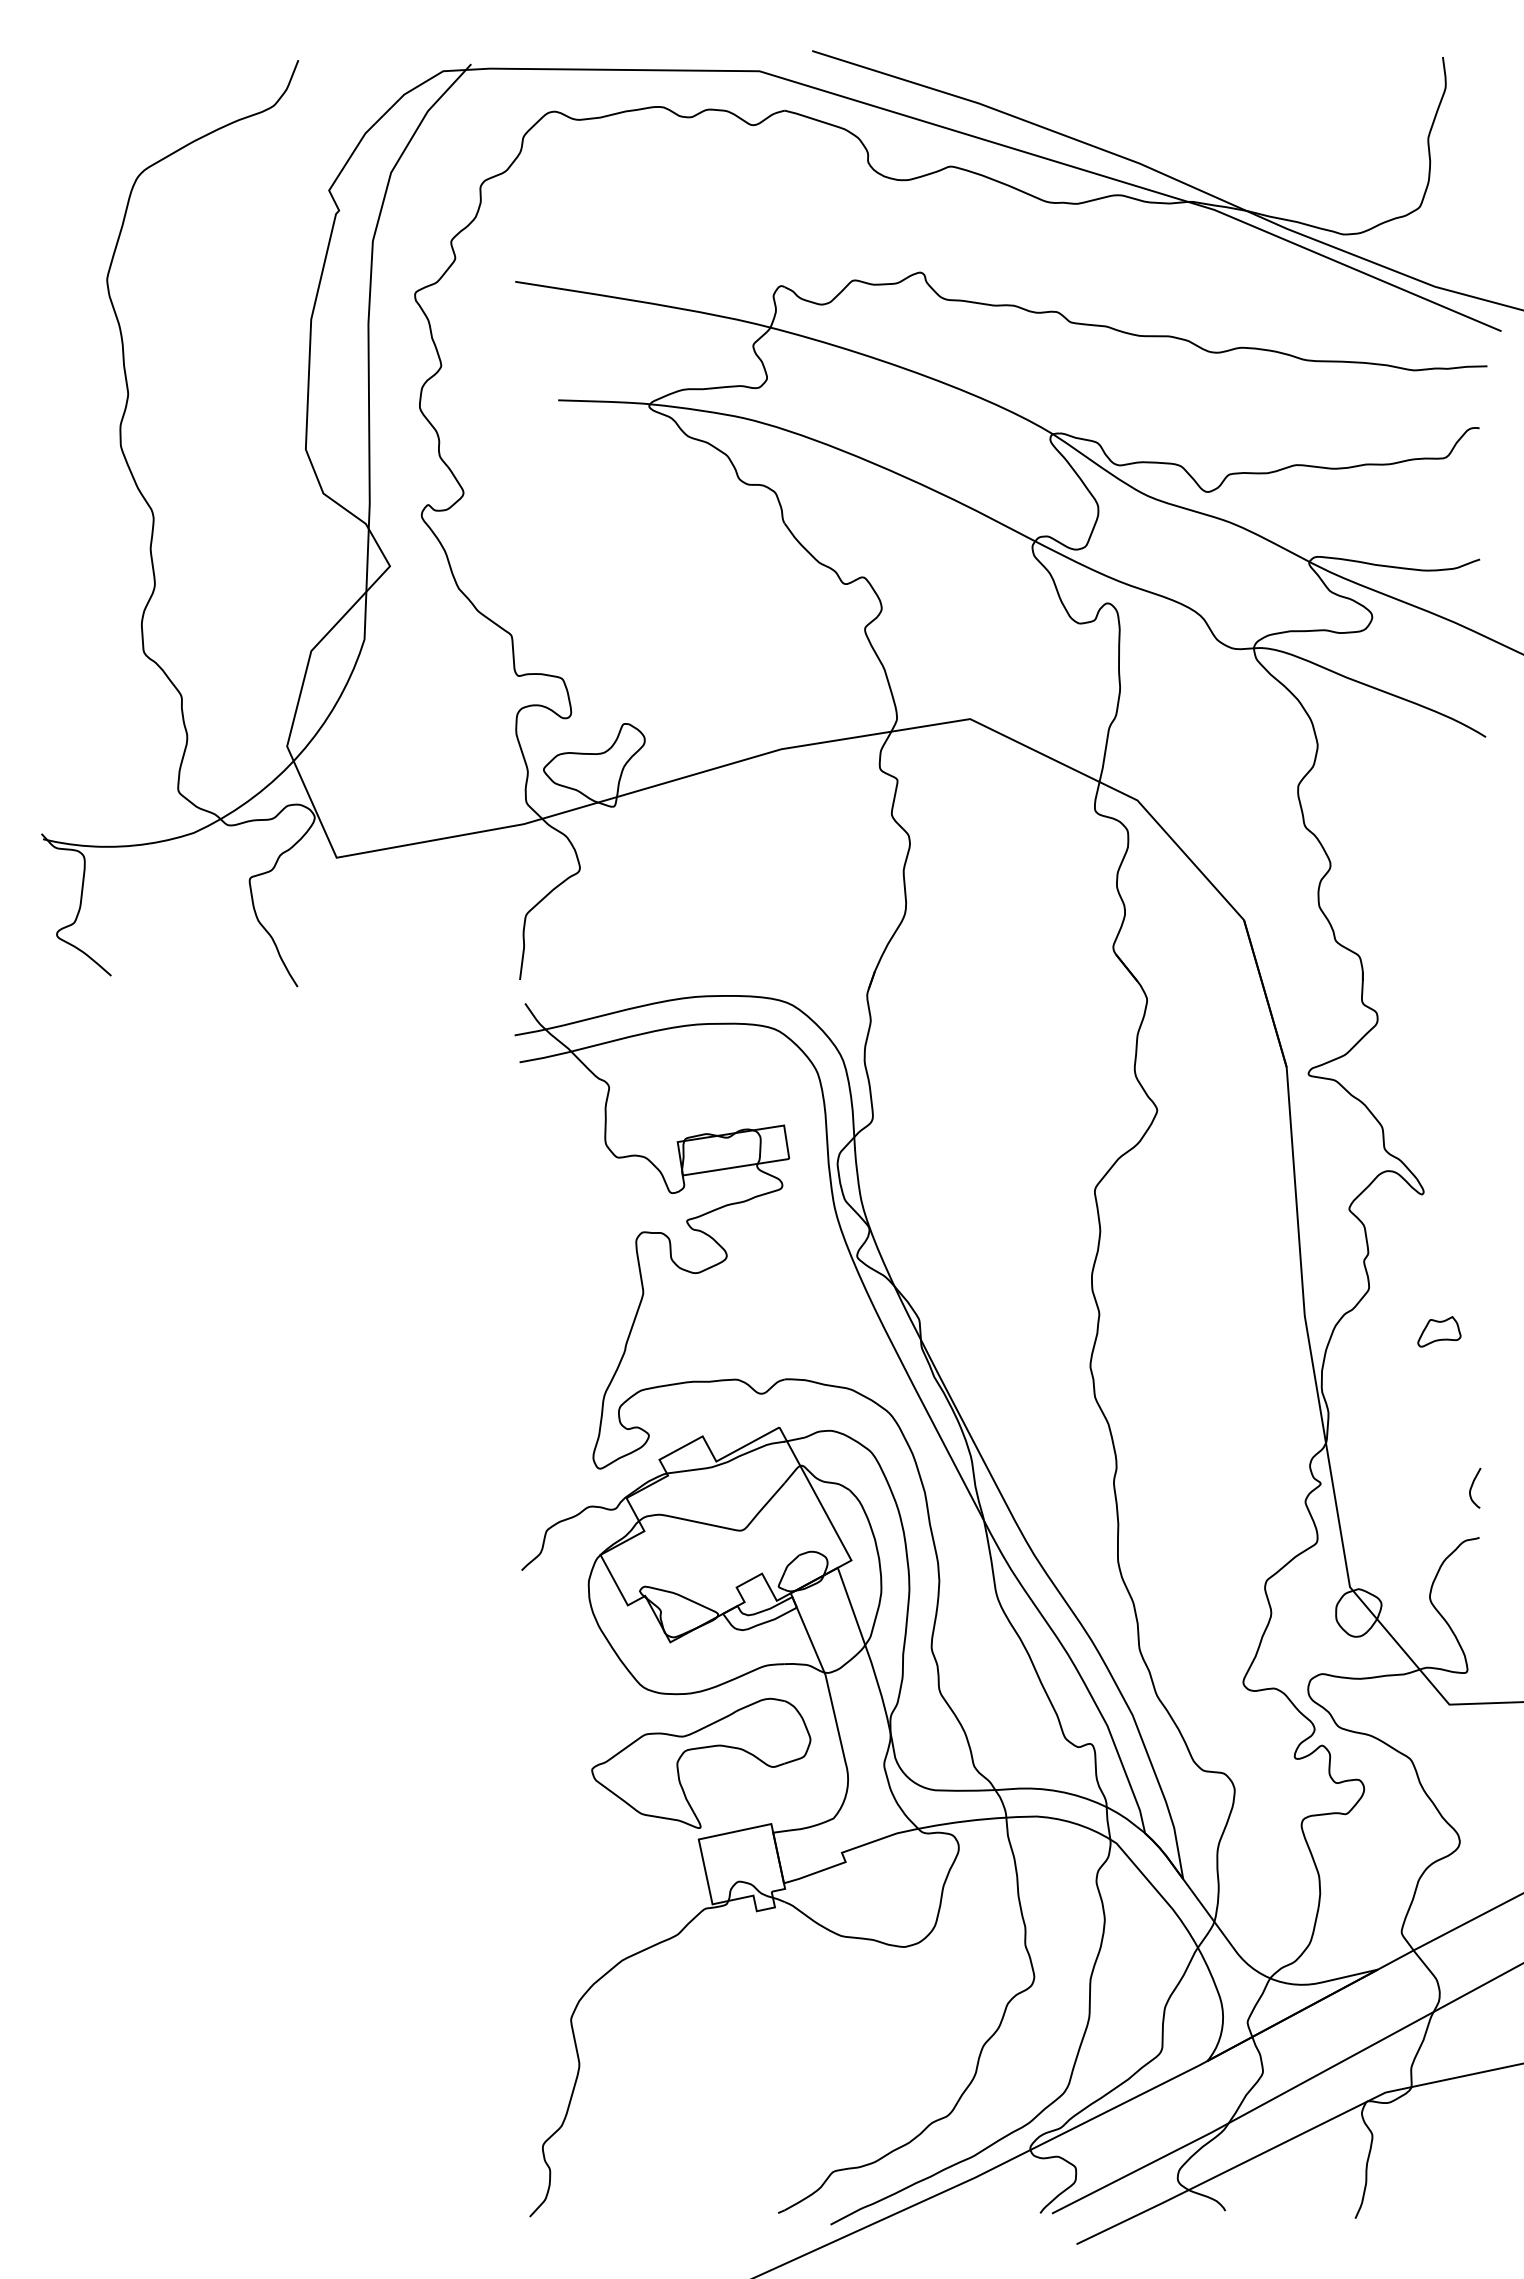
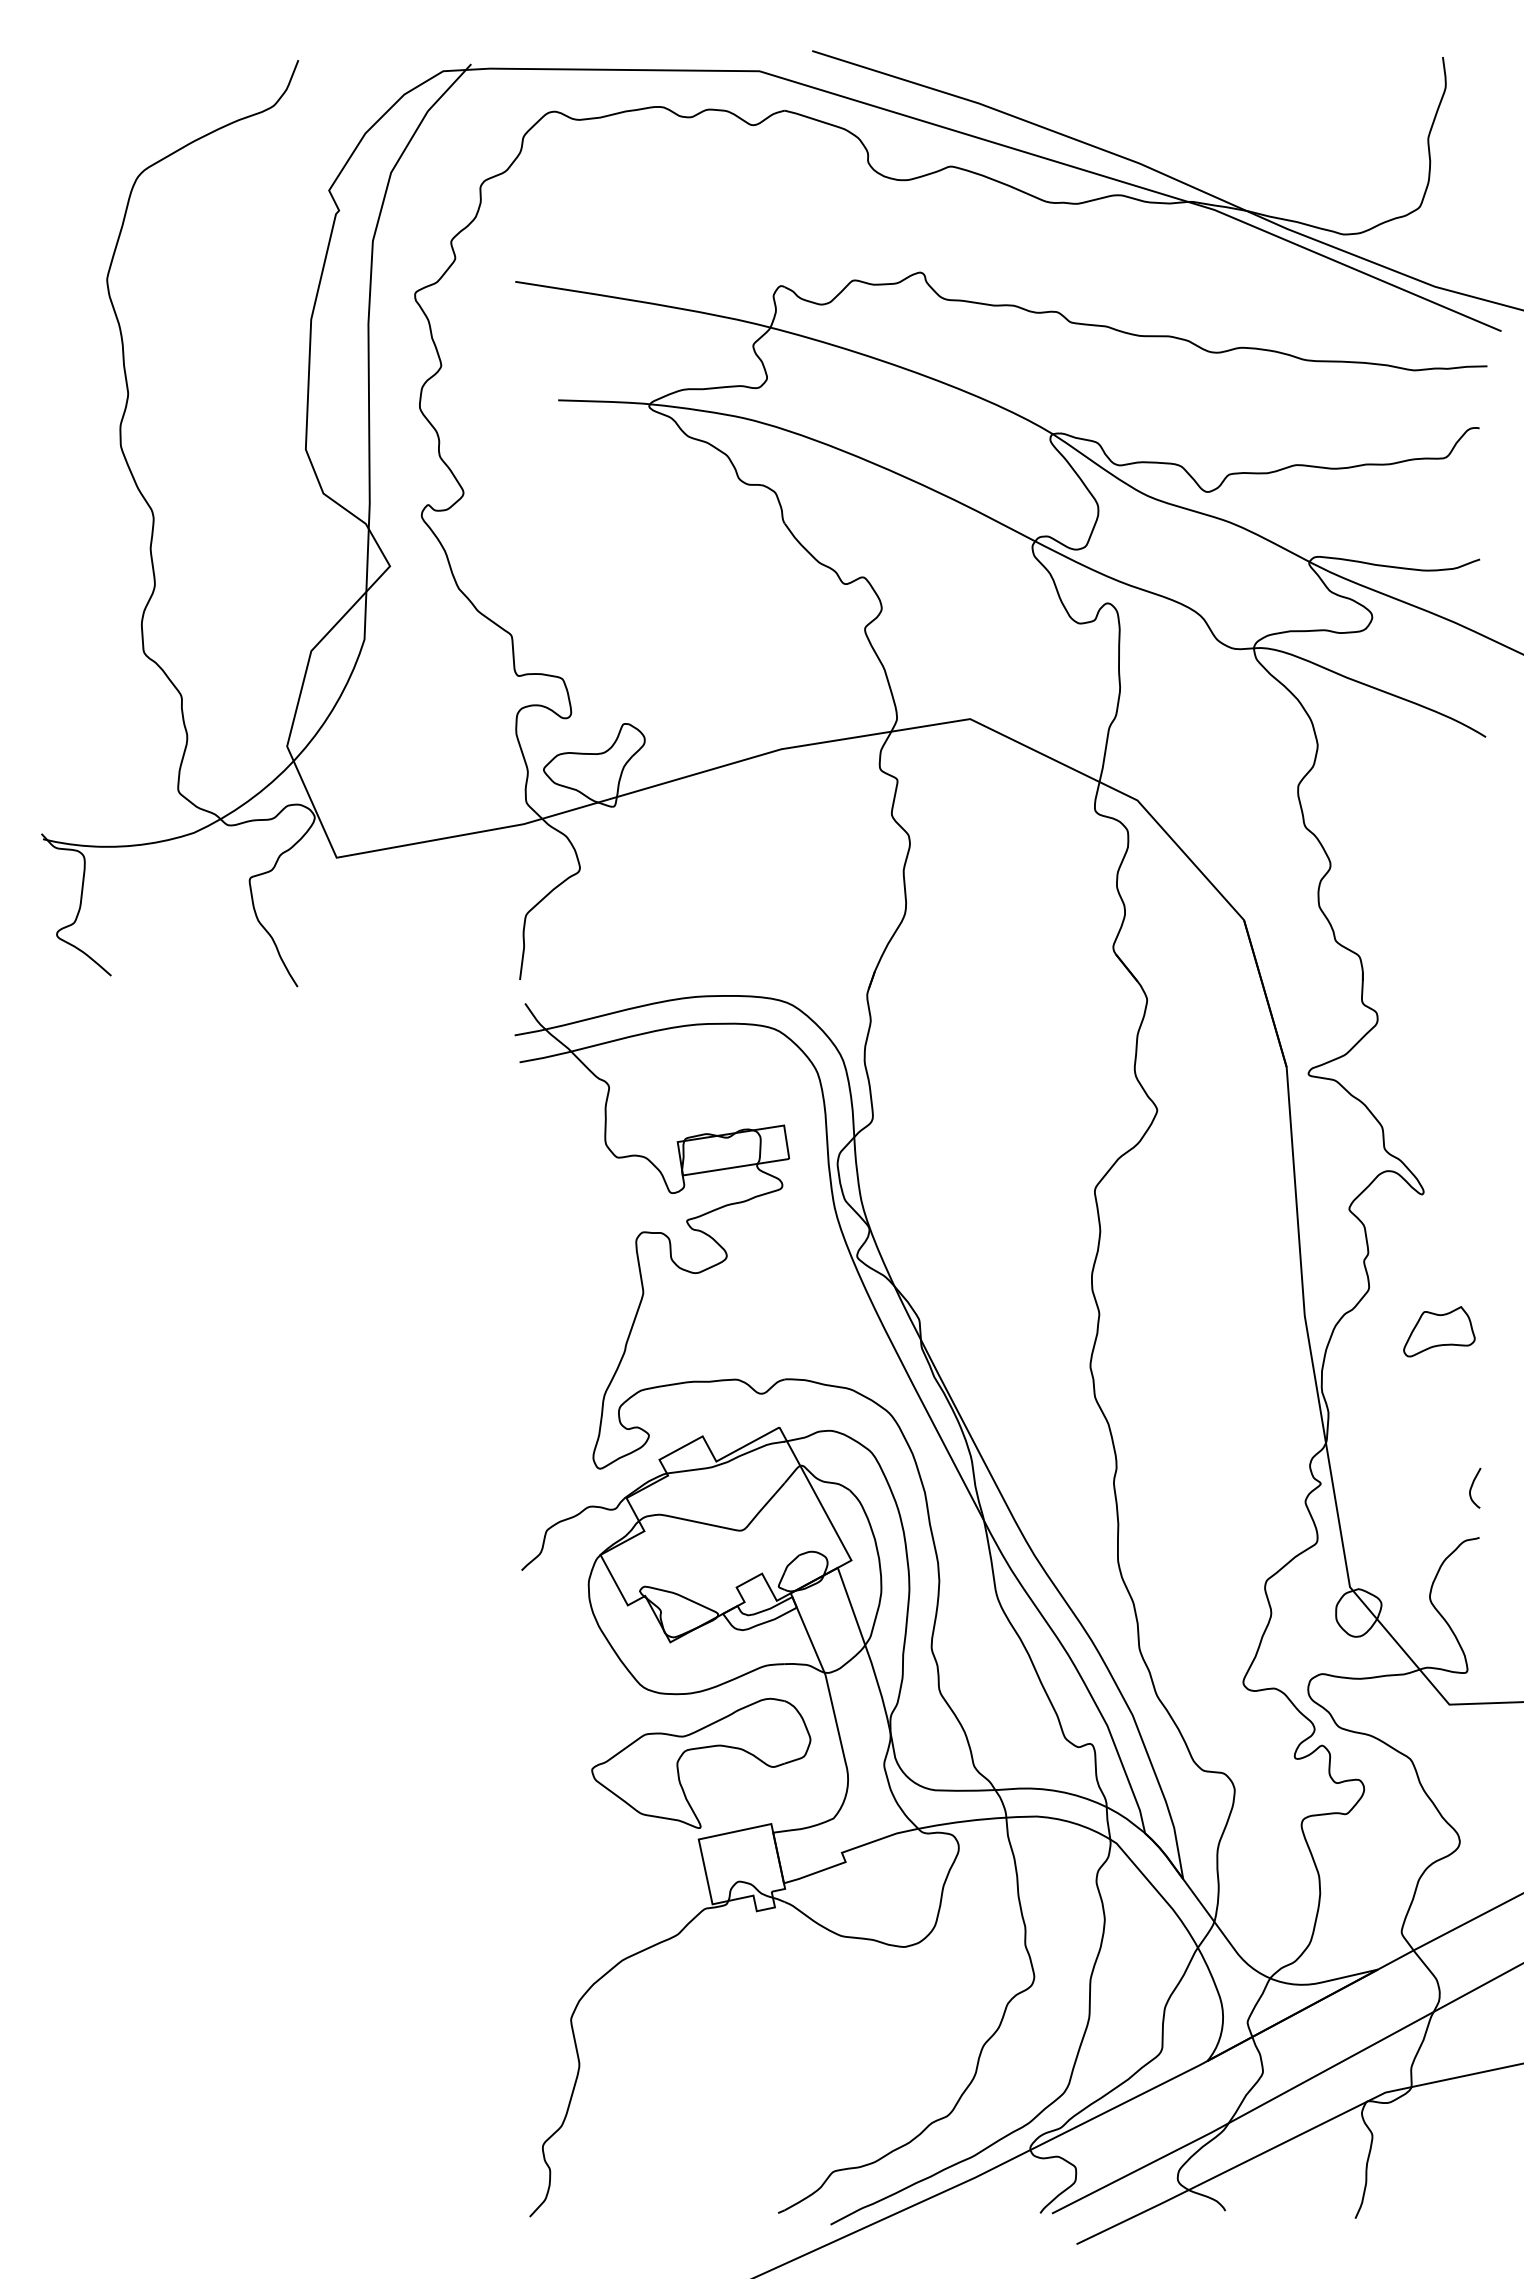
part at (1439, 1331) size: 45x32 px -> 73x52 px
